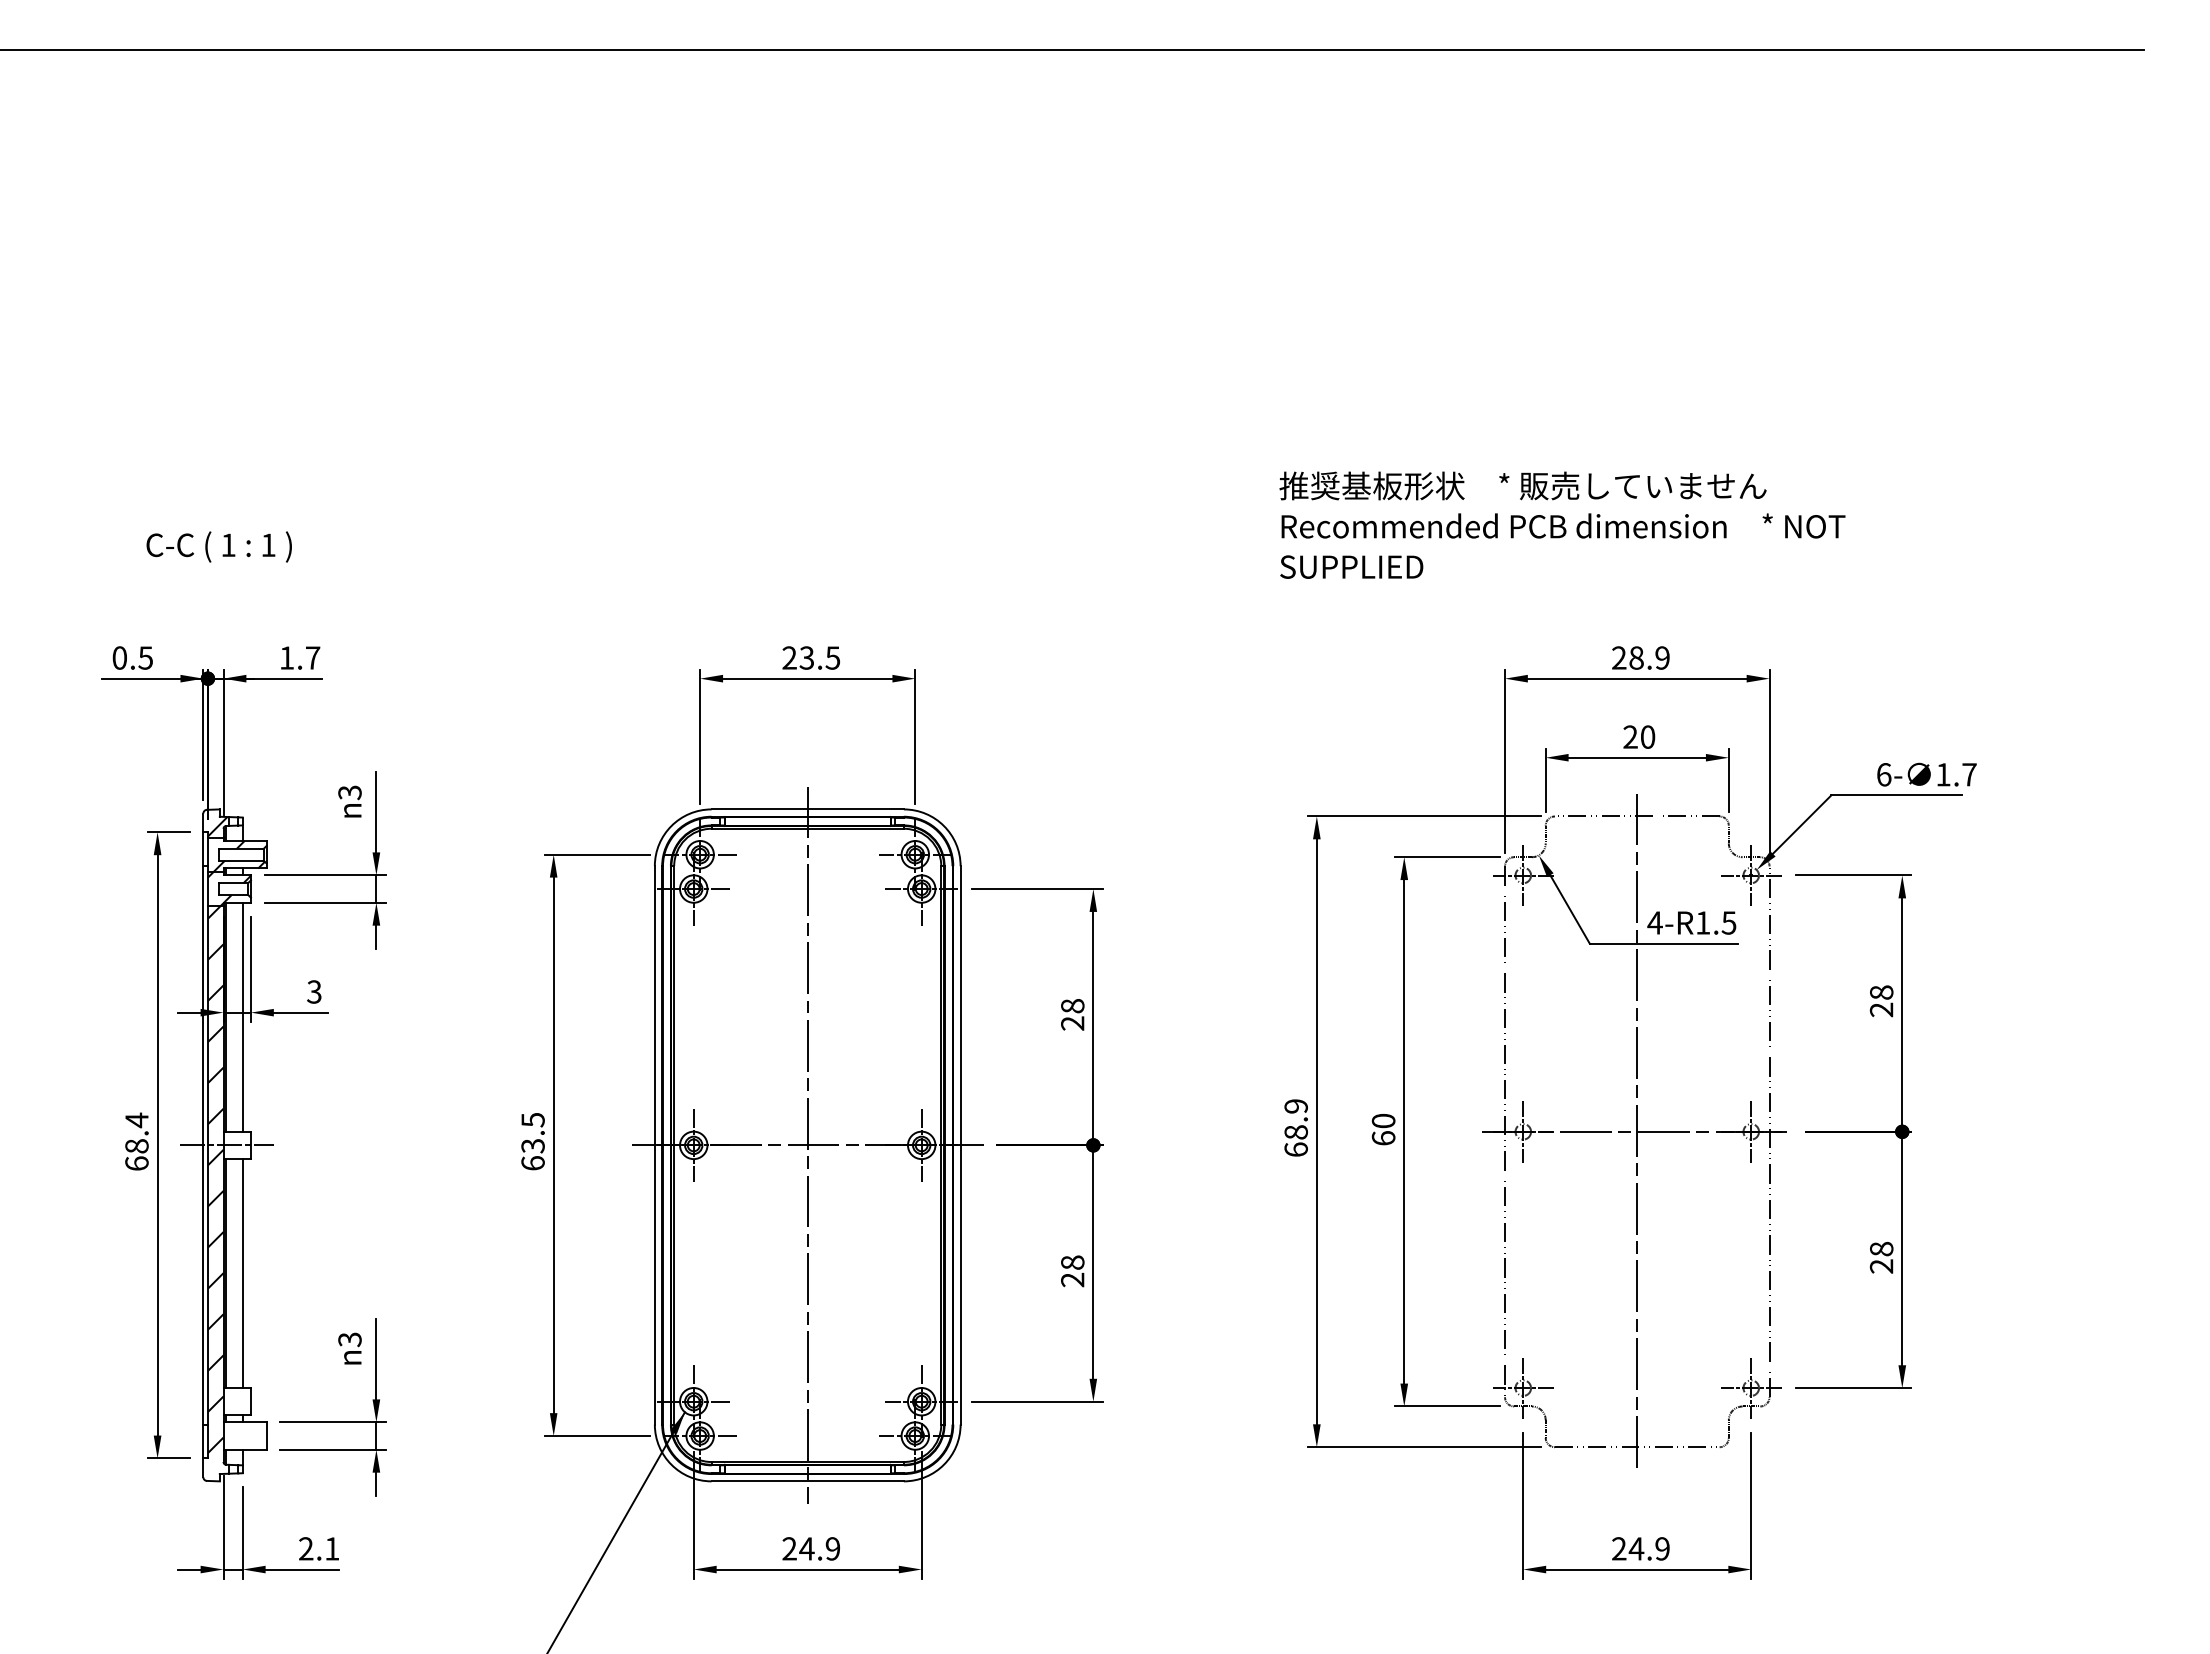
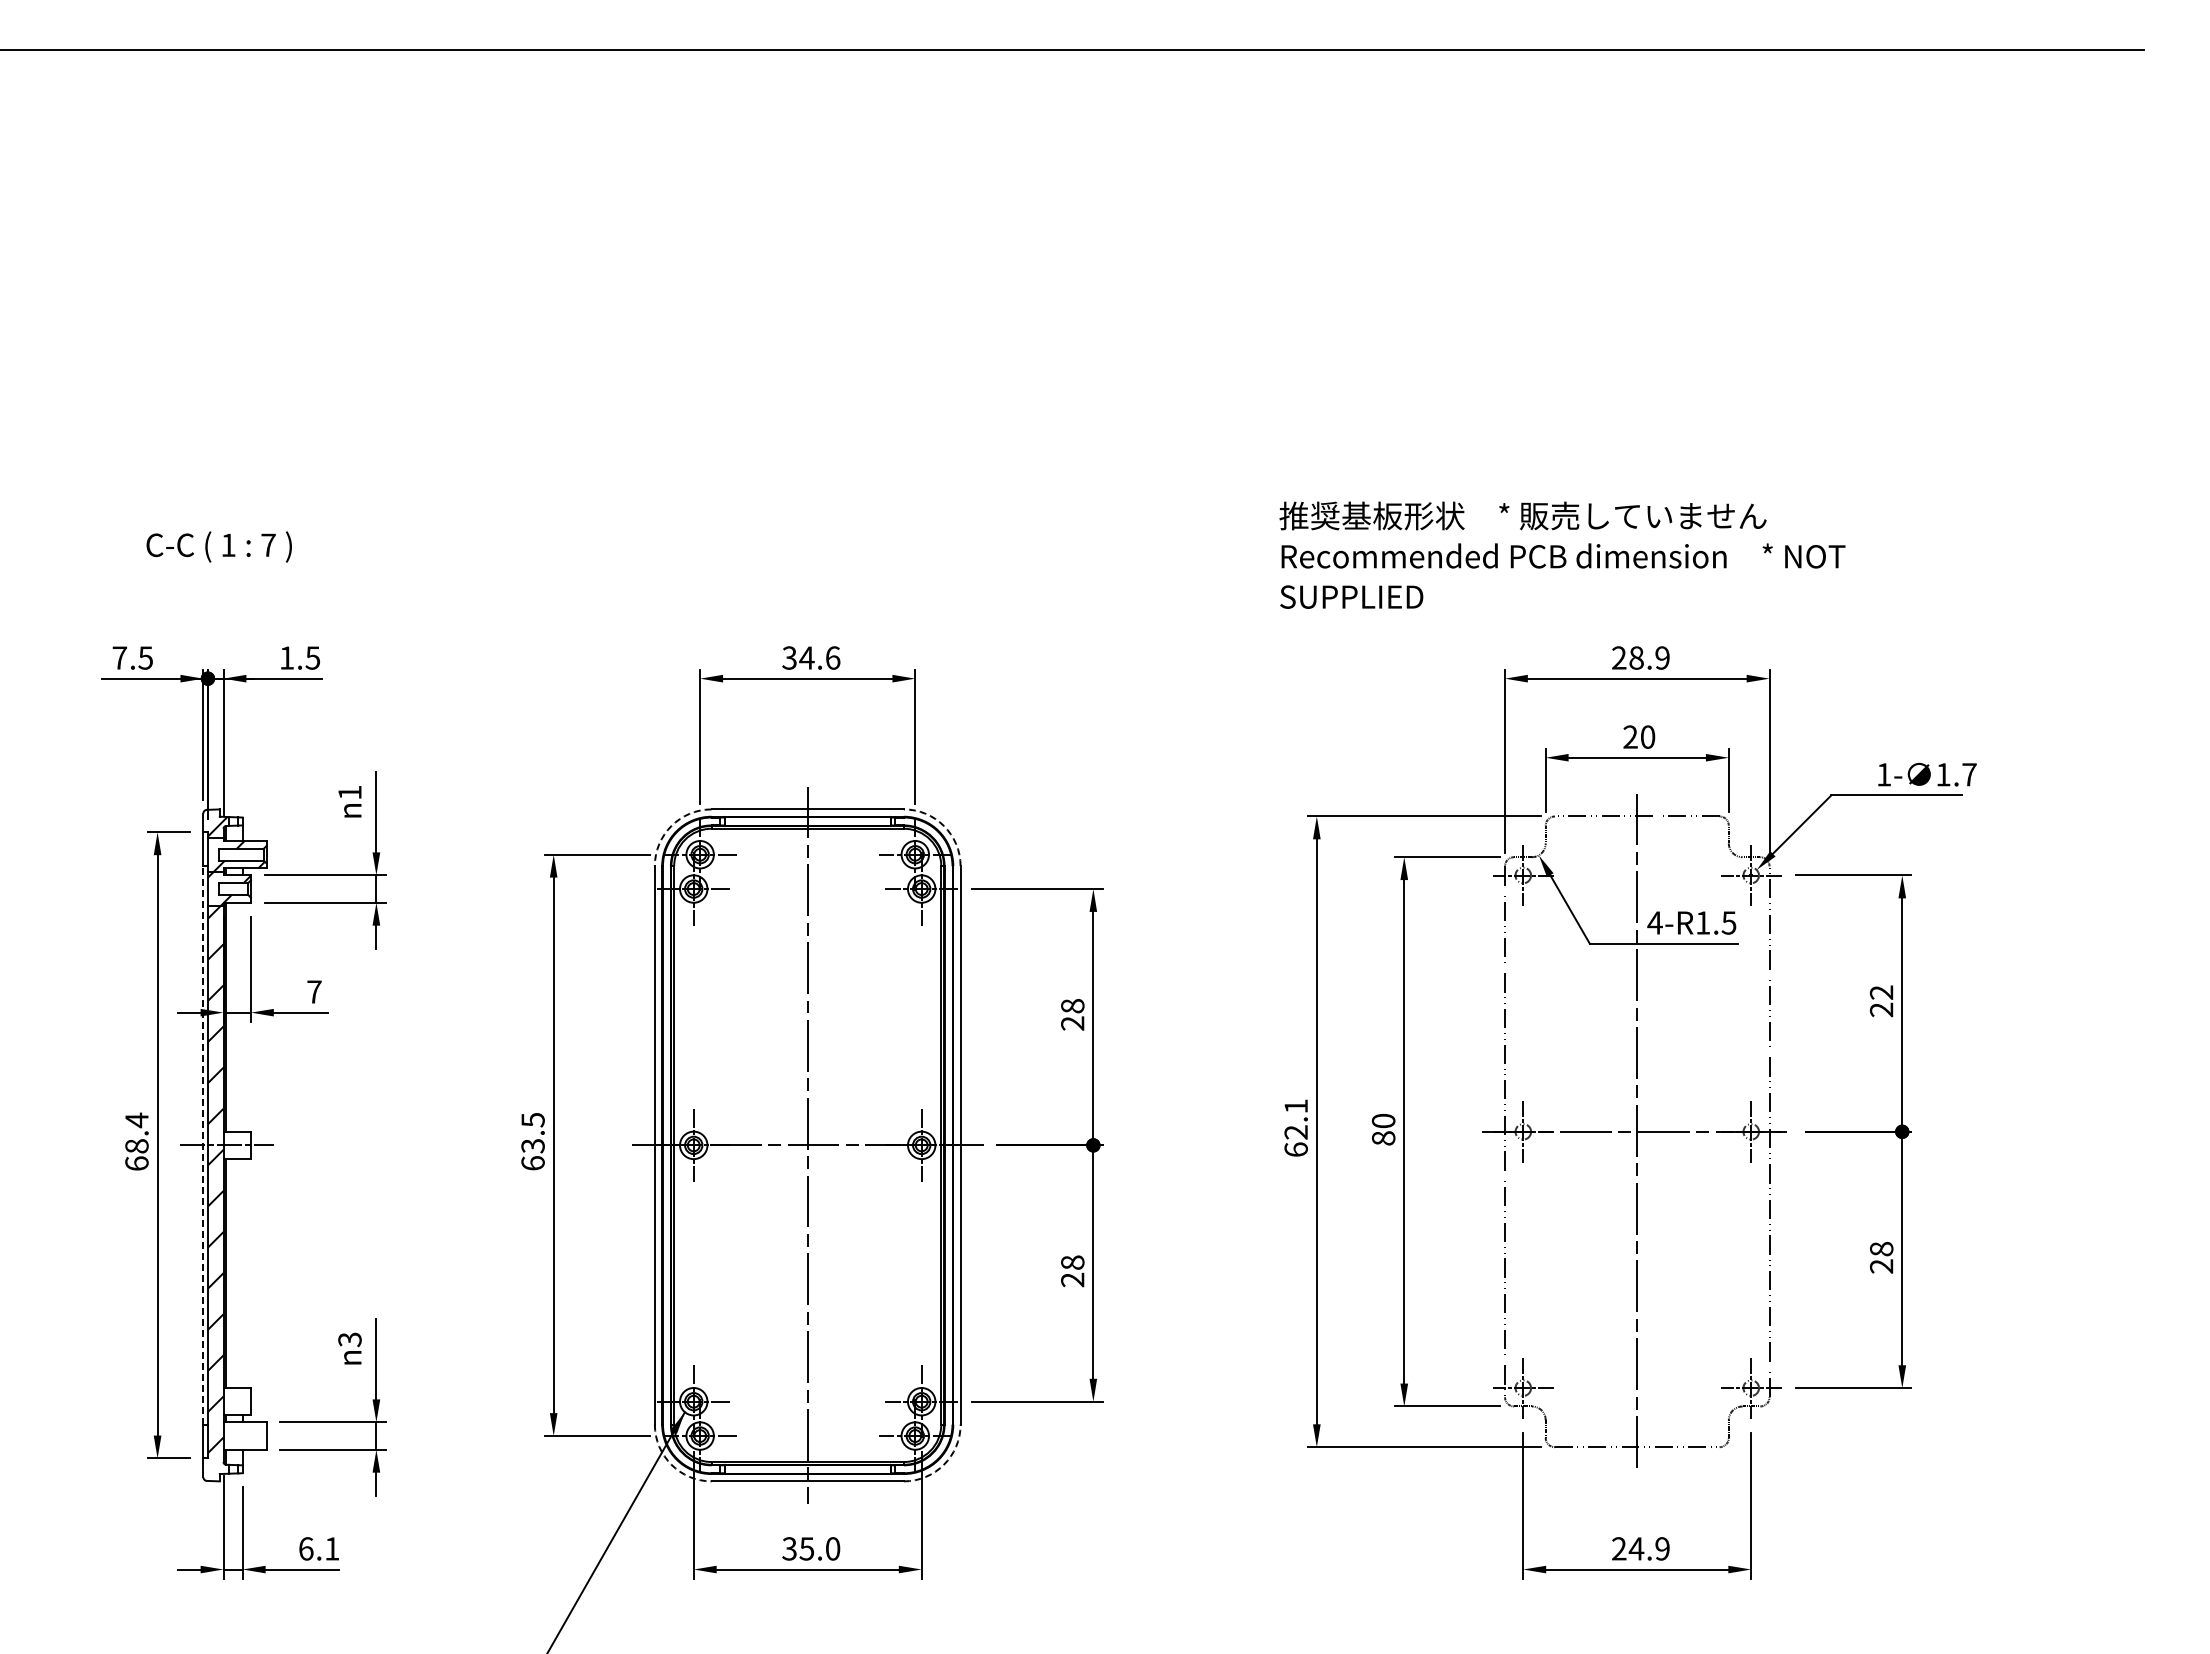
text at (1562, 524) position: (1562, 524) -> (1562, 554)
text at (268, 544): 1 -> 7
text at (119, 657): 0.5 -> 7.5
text at (312, 657): 1.7 -> 1.5
text at (811, 657): 23.5 -> 34.6
text at (1884, 774): 6- -> 1-
text at (349, 792): 3 -> 1
arc at (671, 826): solid -> dashed
arc at (943, 826): solid -> dashed
text at (314, 991): 3 -> 7
text at (1881, 992): 28 -> 22
line at (242, 1016): present -> none
text at (1295, 1119): 68.9 -> 62.1
text at (1383, 1138): 60 -> 80
line at (203, 1144): solid -> dashed
line at (242, 1273): present -> none
arc at (671, 1464): solid -> dashed
arc at (943, 1464): solid -> dashed
text at (306, 1548): 2.1 -> 6.1
text at (811, 1548): 24.9 -> 35.0
